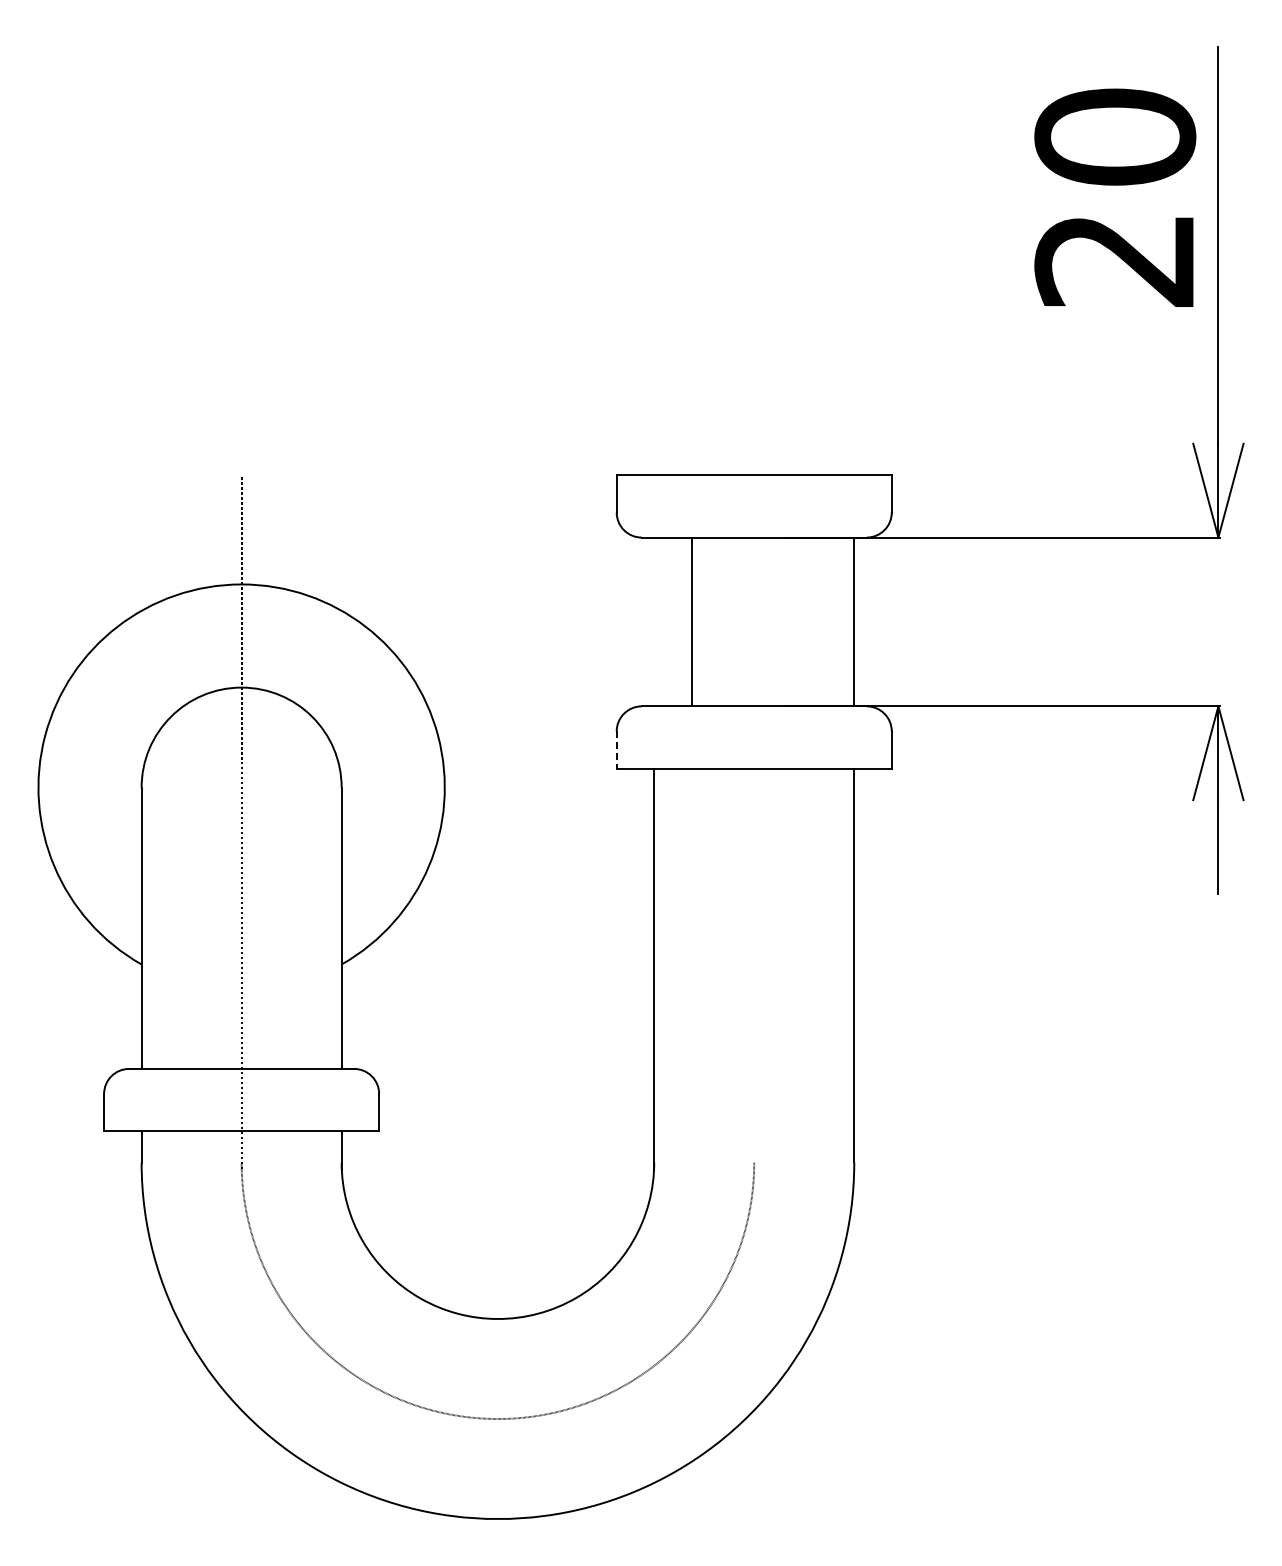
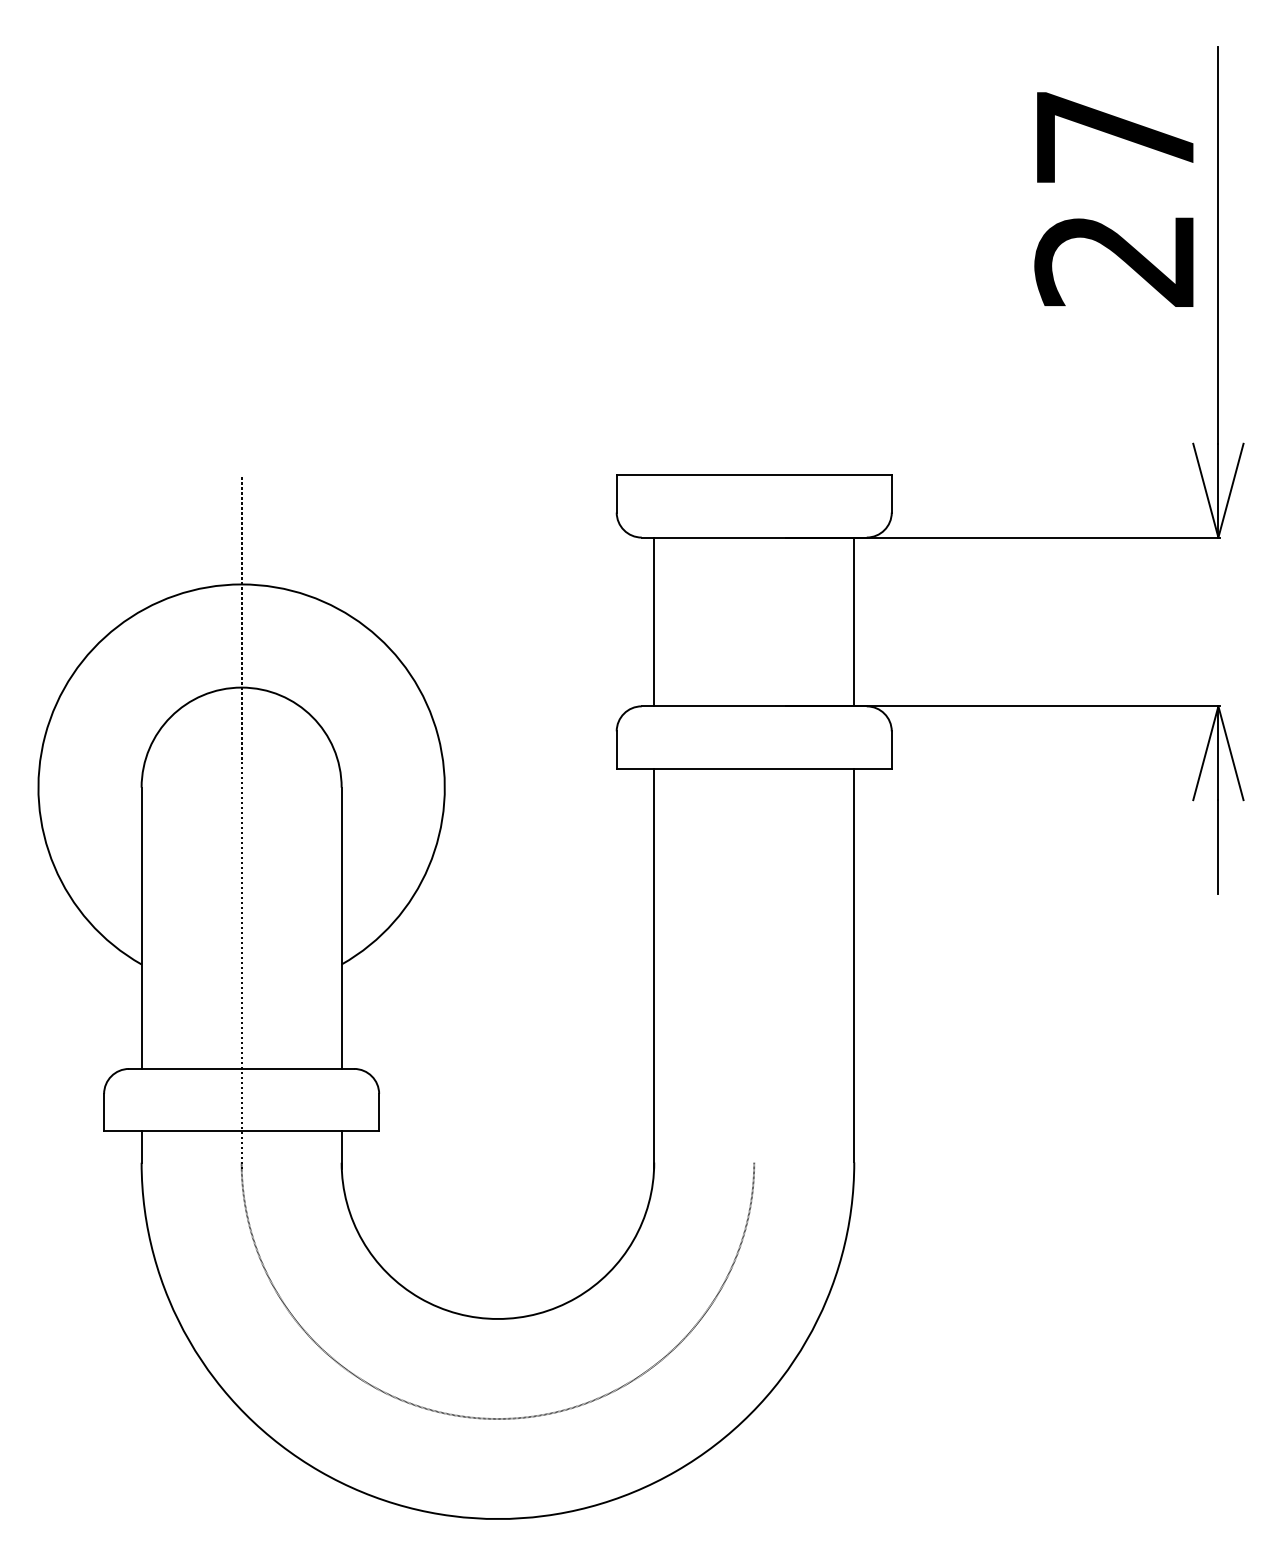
text at (1115, 136): 20 -> 27
line at (692, 621) position: (692, 621) -> (654, 621)
line at (616, 750): dashed -> solid
